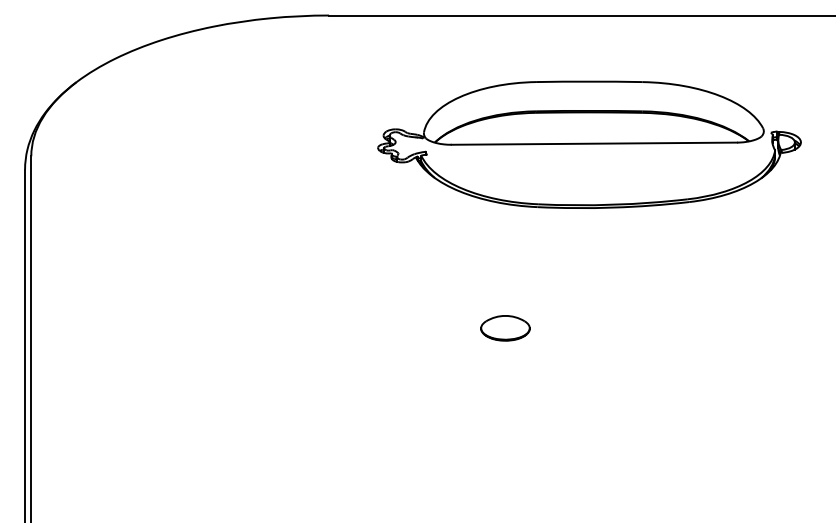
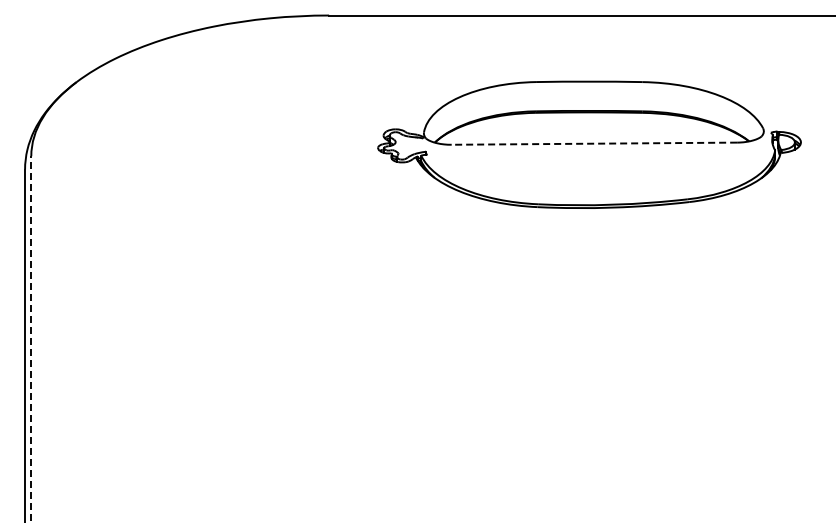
line at (594, 143): solid -> dashed
part at (505, 328): present -> none
line at (31, 339): solid -> dashed
